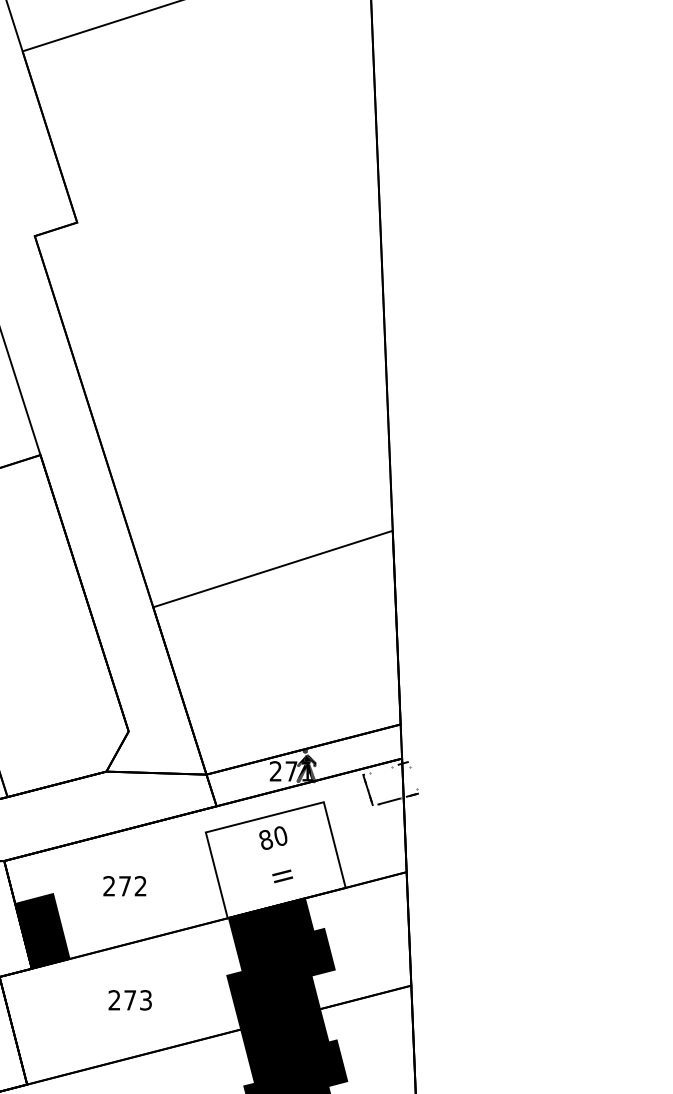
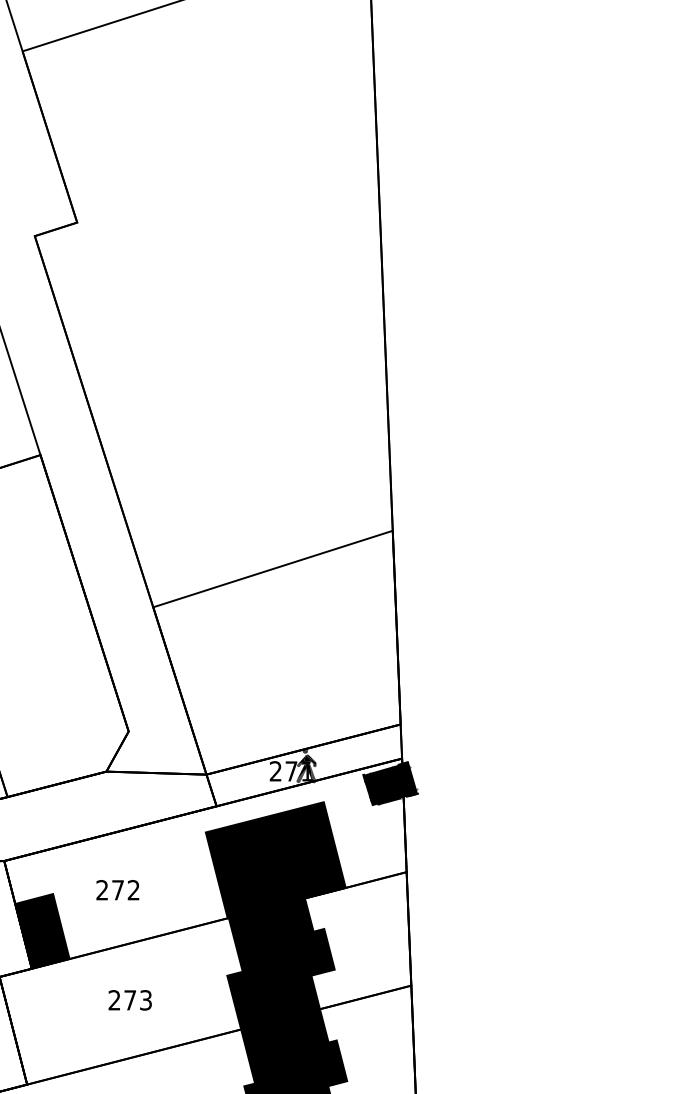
fill at (390, 783): none -> present
fill at (275, 860): none -> present
text at (124, 886) position: (124, 886) -> (117, 890)
